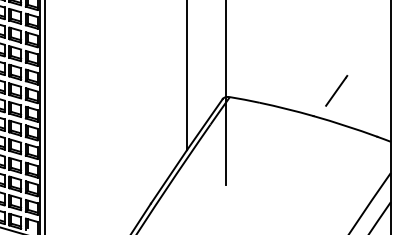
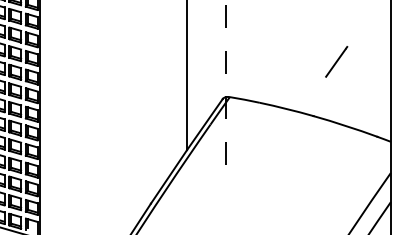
line at (336, 90) position: (336, 90) -> (336, 61)
line at (225, 93): solid -> dashed
line at (45, 116): present -> none
